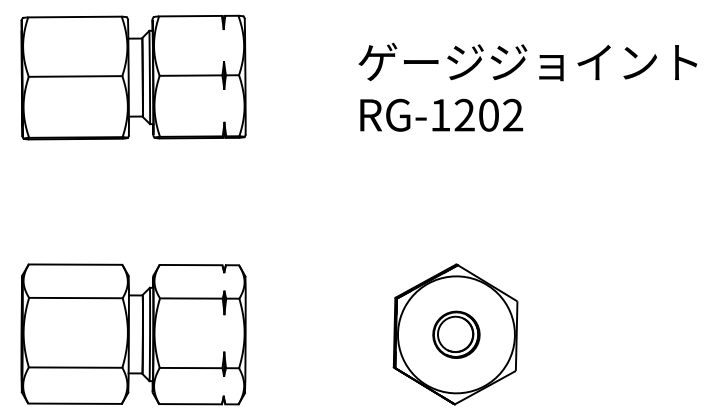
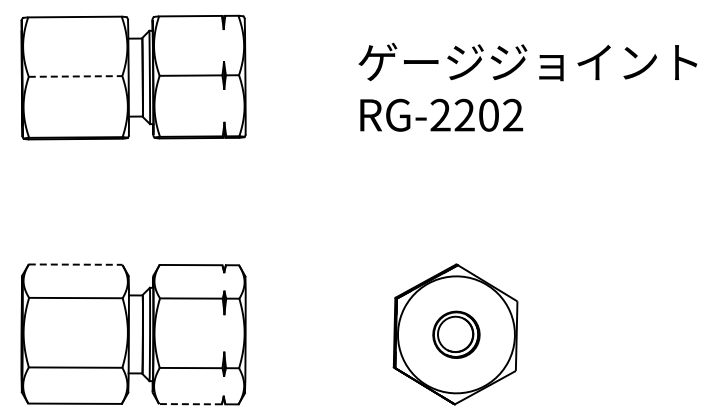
line at (75, 76): solid -> dashed
text at (440, 114): RG-1202 -> RG-2202
line at (75, 264): solid -> dashed
line at (190, 404): solid -> dashed
